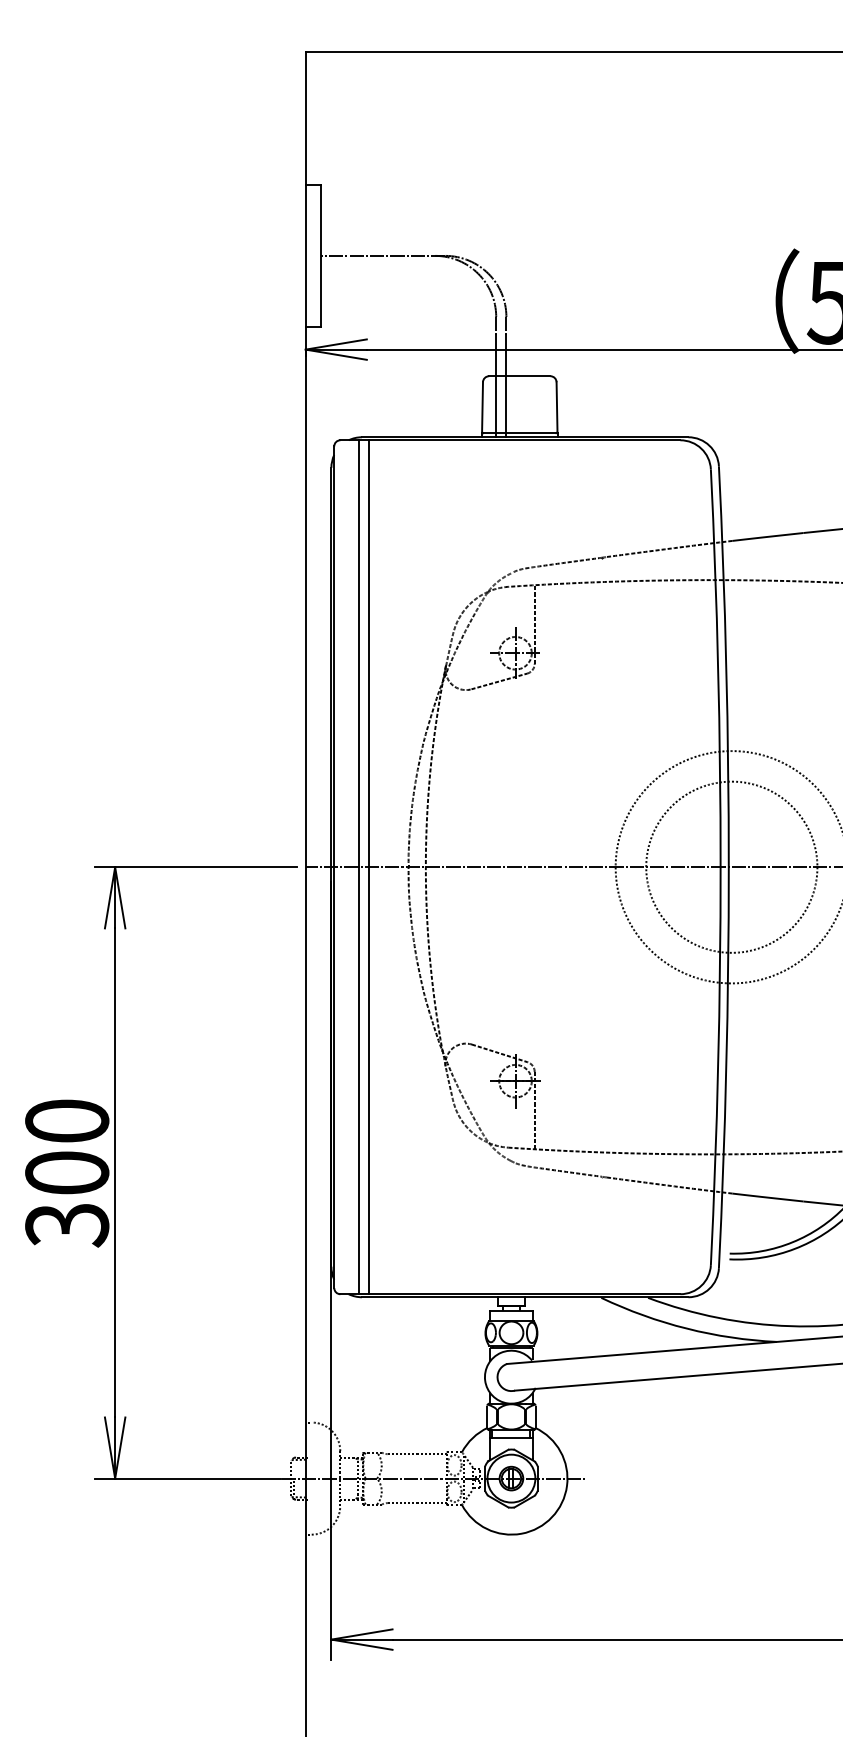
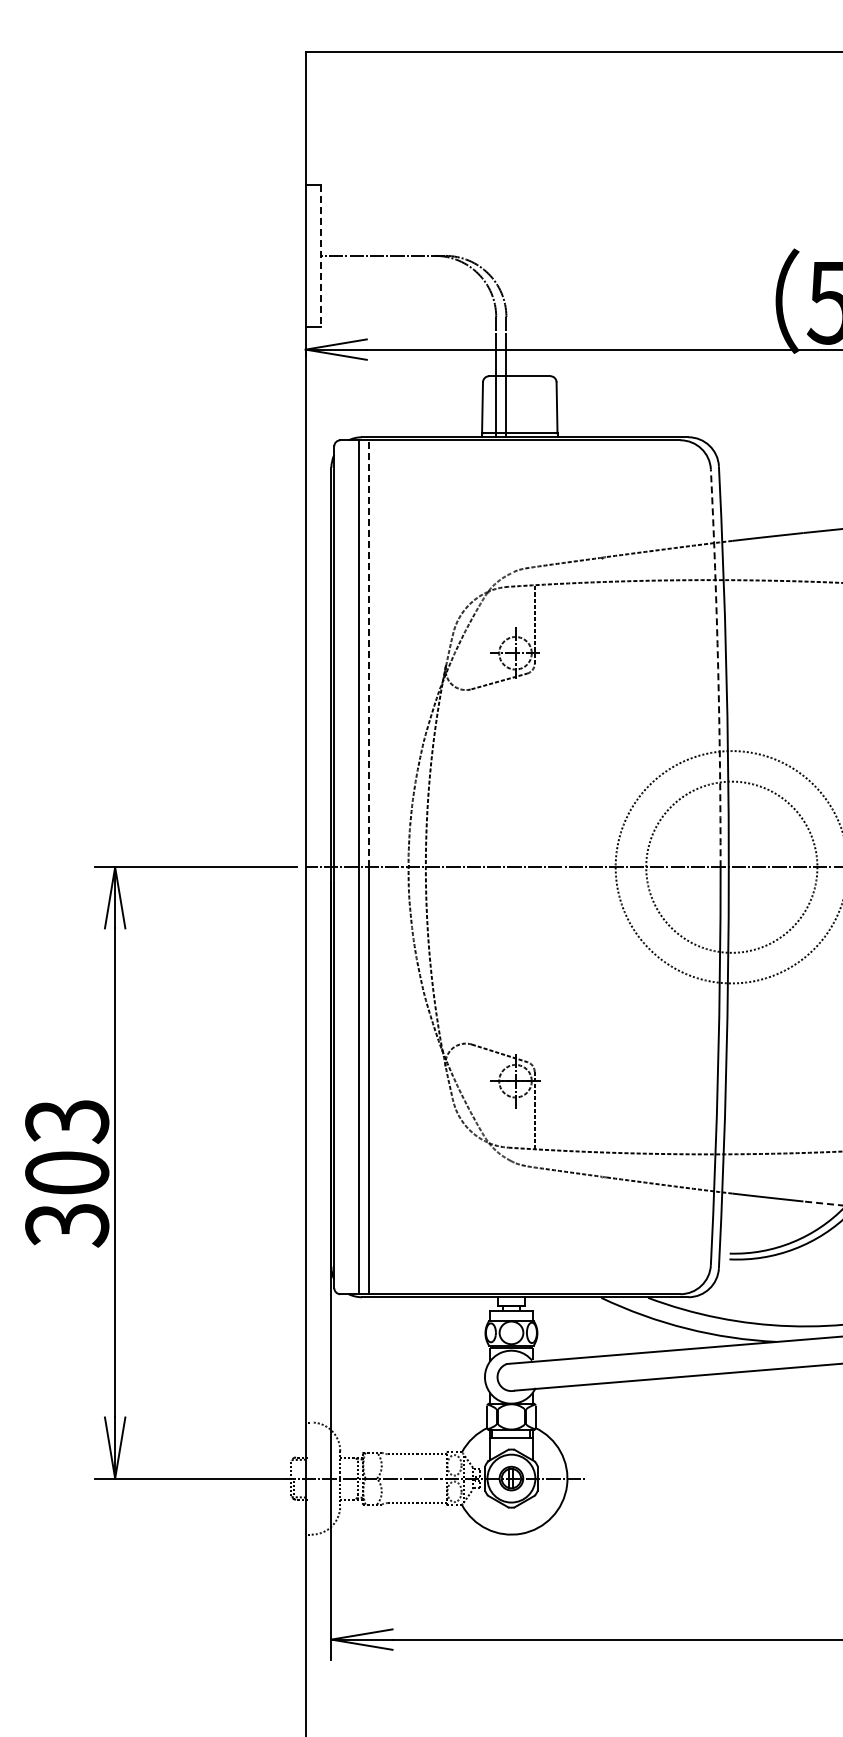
line at (321, 256): solid -> dashed
line at (368, 653): solid -> dashed
arc at (718, 668): solid -> dashed
text at (67, 1121): 300 -> 303
line at (823, 1203): solid -> dashed
